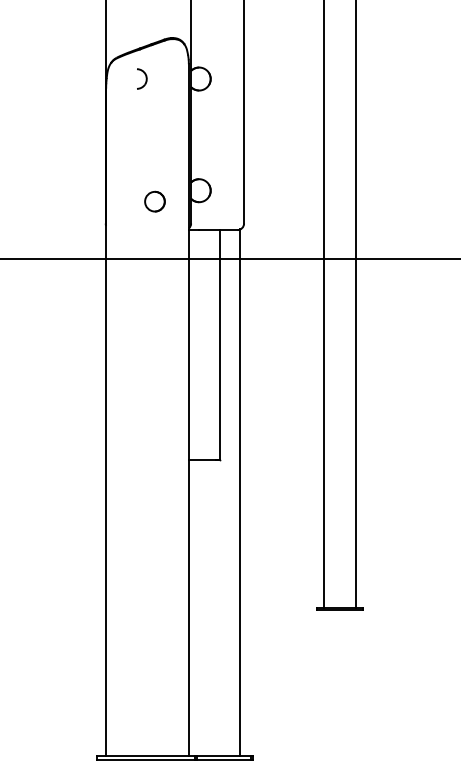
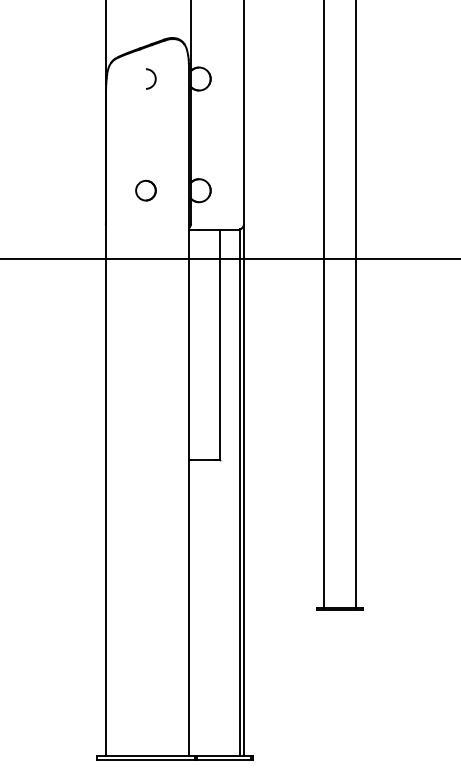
part at (142, 78) position: (142, 78) -> (151, 78)
part at (154, 201) position: (154, 201) -> (145, 190)
line at (243, 490): none -> present
